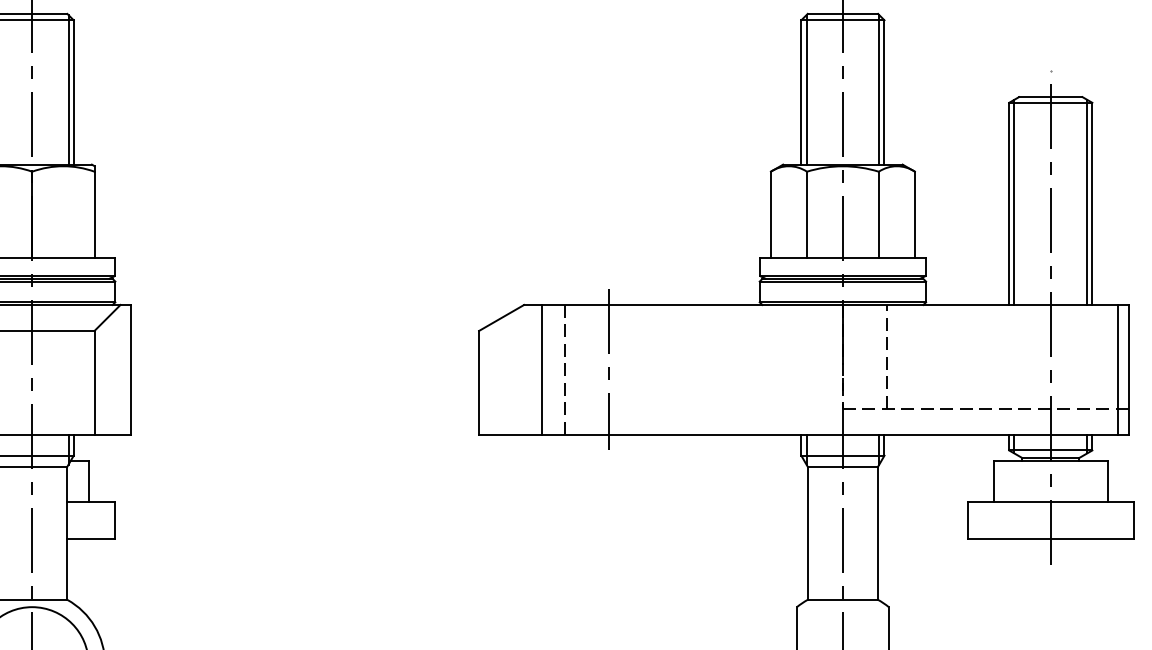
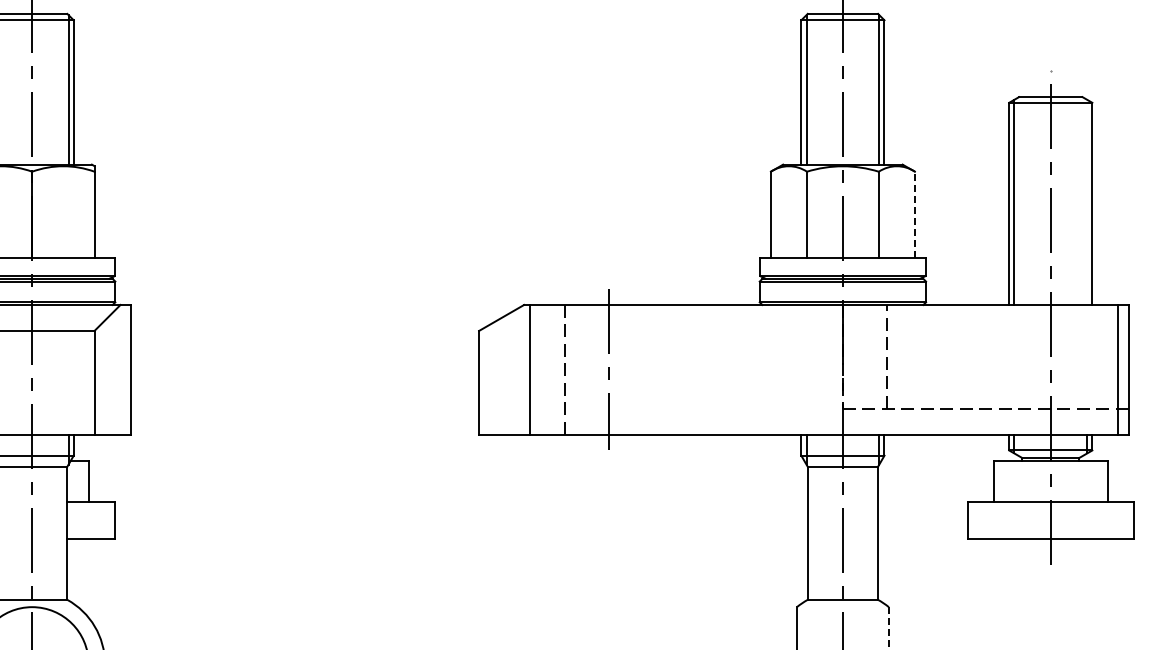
line at (1087, 201): present -> none
line at (914, 214): solid -> dashed
line at (542, 369) position: (542, 369) -> (530, 369)
line at (888, 628): solid -> dashed
